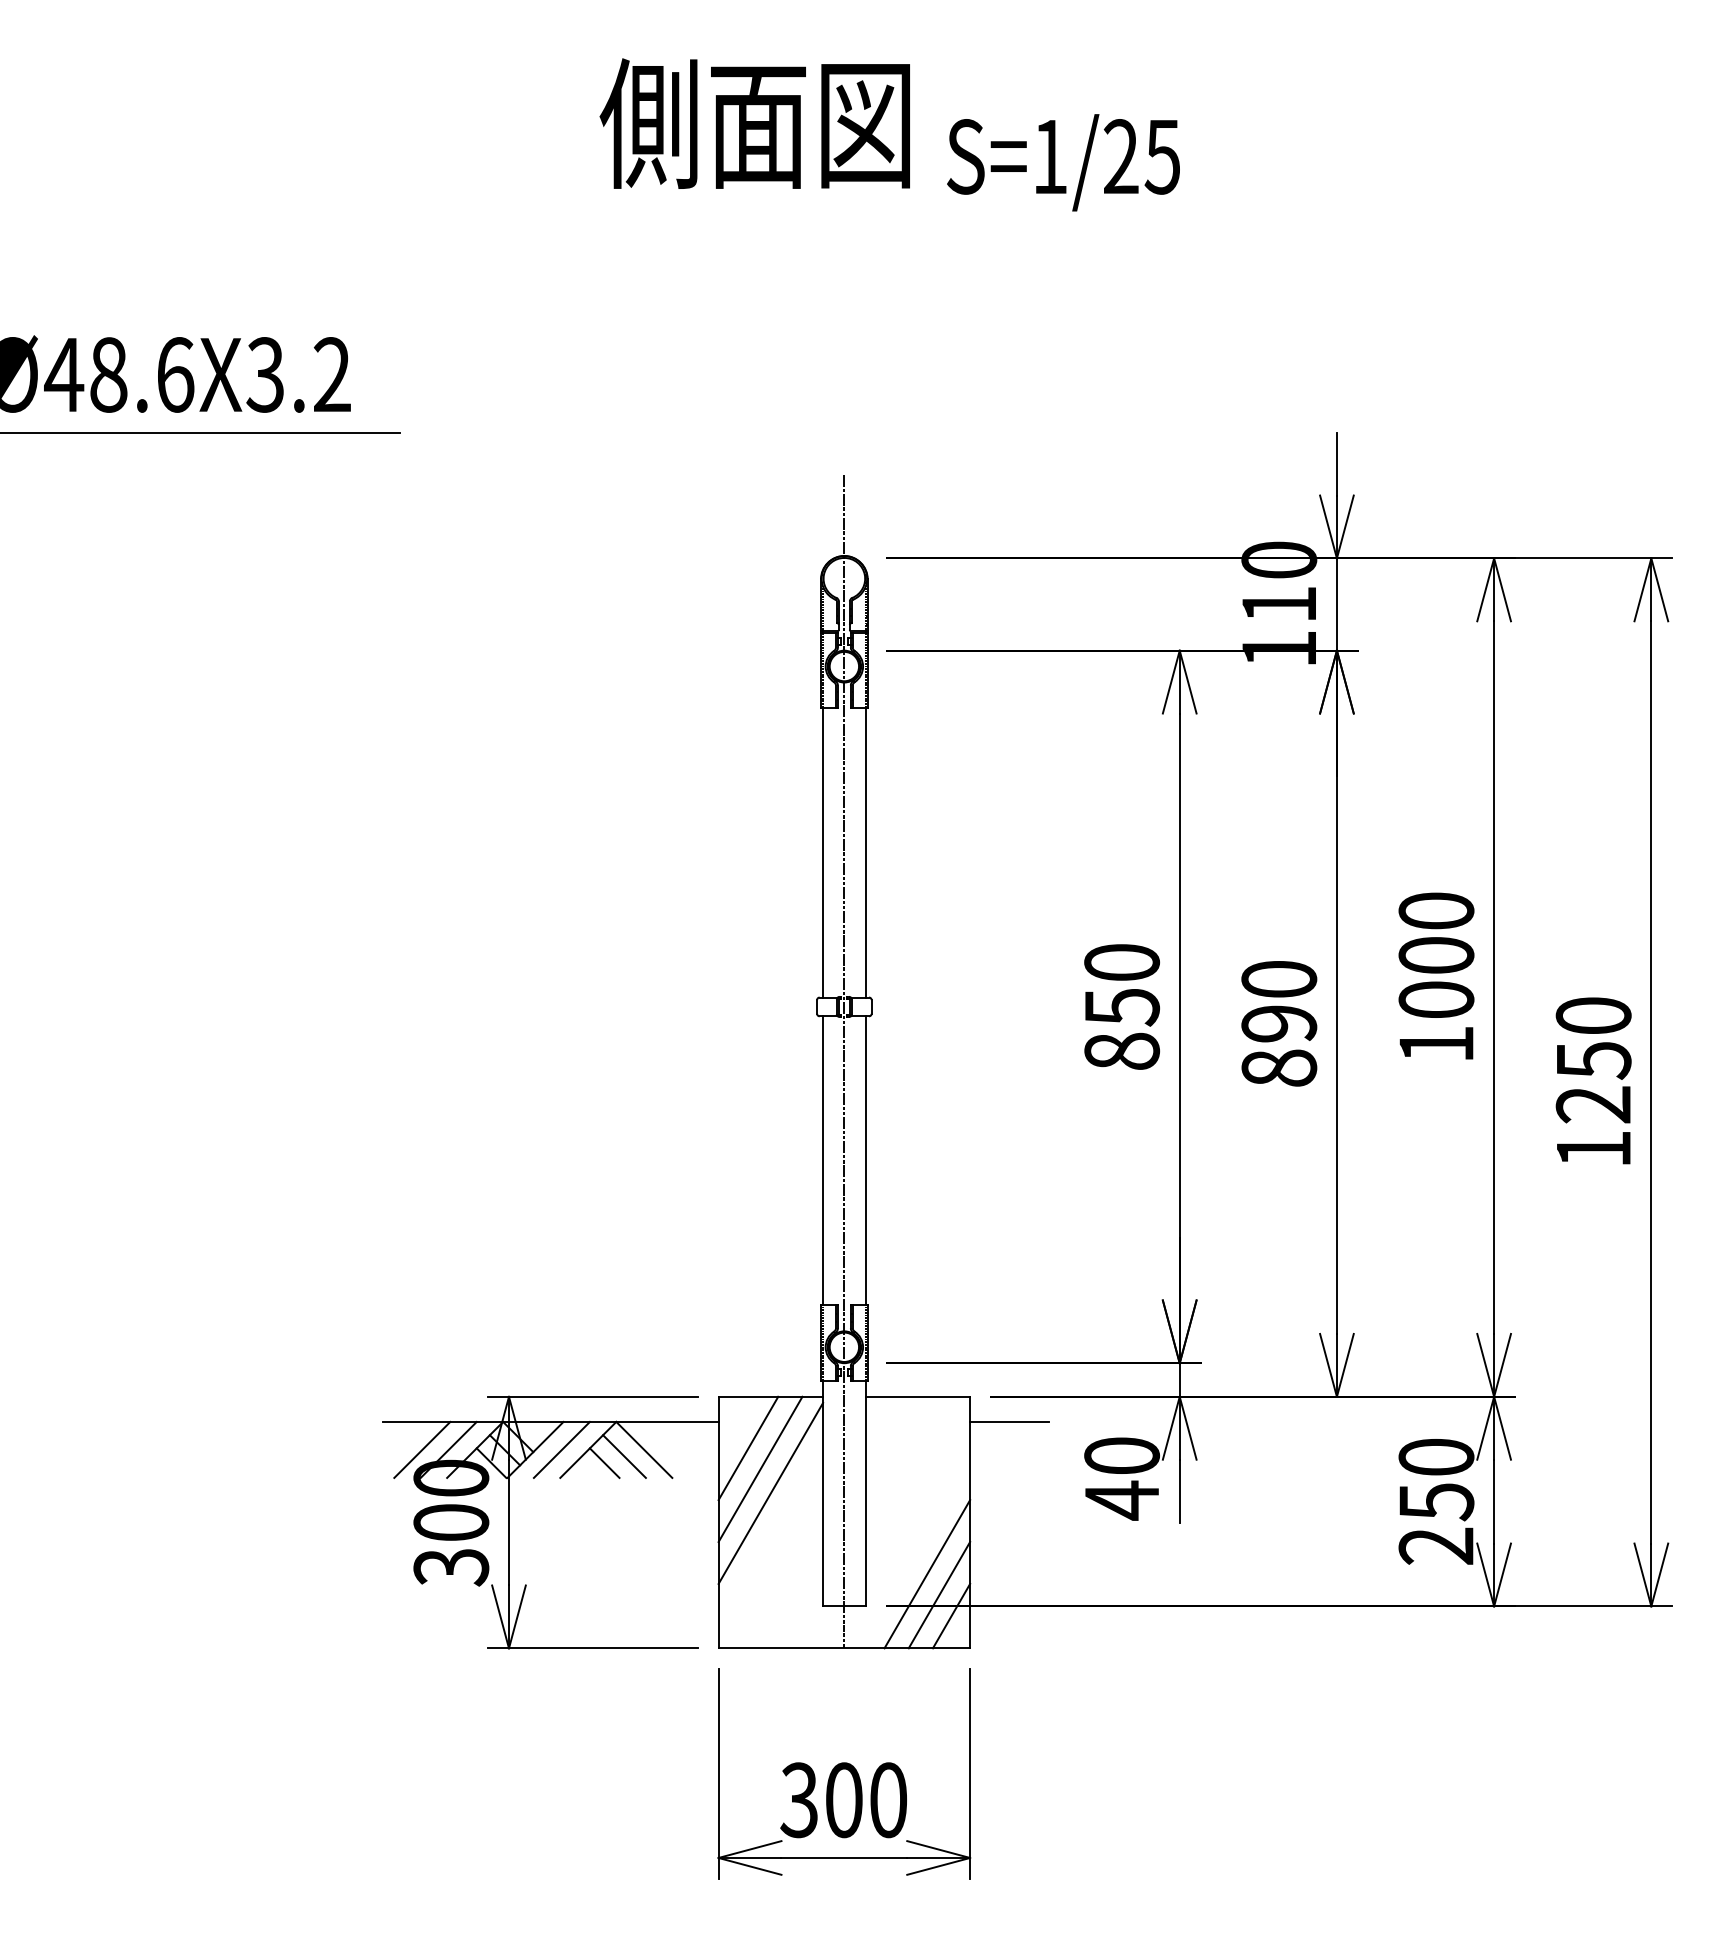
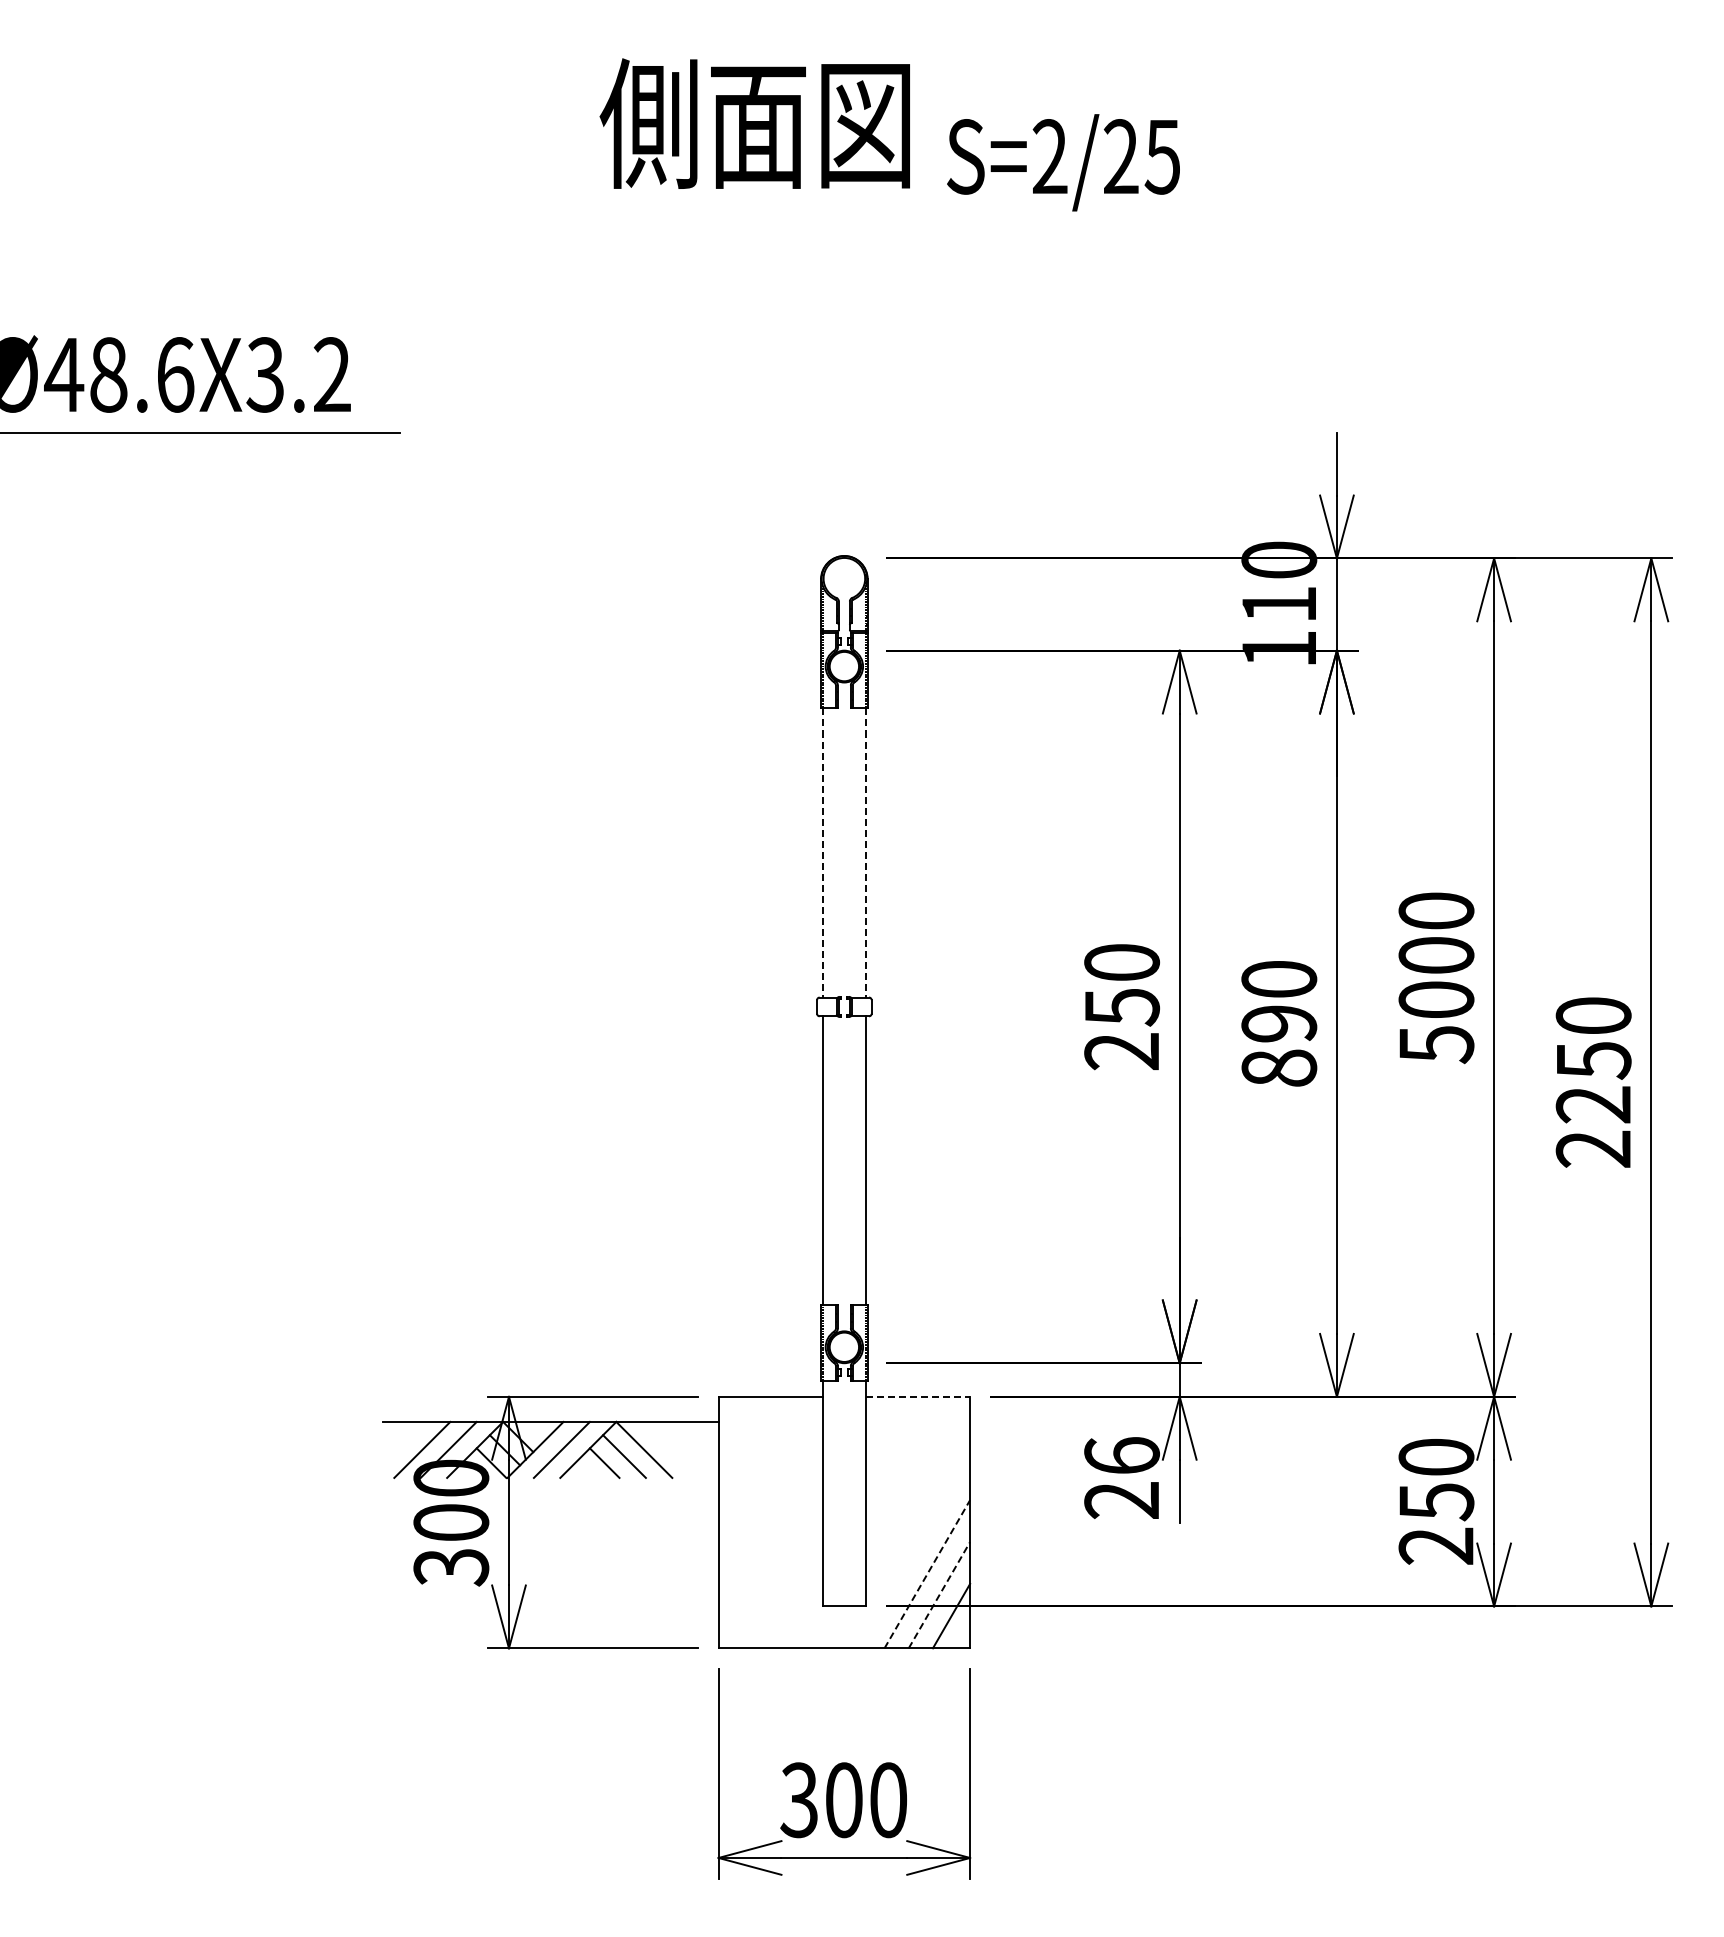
text at (1049, 156): S=1/25 -> S=2/25
line at (823, 853): solid -> dashed
line at (865, 853): solid -> dashed
text at (1436, 1045): 1000 -> 5000
text at (1122, 1051): 850 -> 250
line at (844, 1061): present -> none
text at (1592, 1148): 1250 -> 2250
line at (918, 1396): solid -> dashed
line at (1009, 1421): present -> none
line at (748, 1448): present -> none
line at (760, 1469): present -> none
text at (1121, 1478): 40 -> 26
line at (770, 1492): present -> none
line at (927, 1574): solid -> dashed
line at (939, 1594): solid -> dashed
